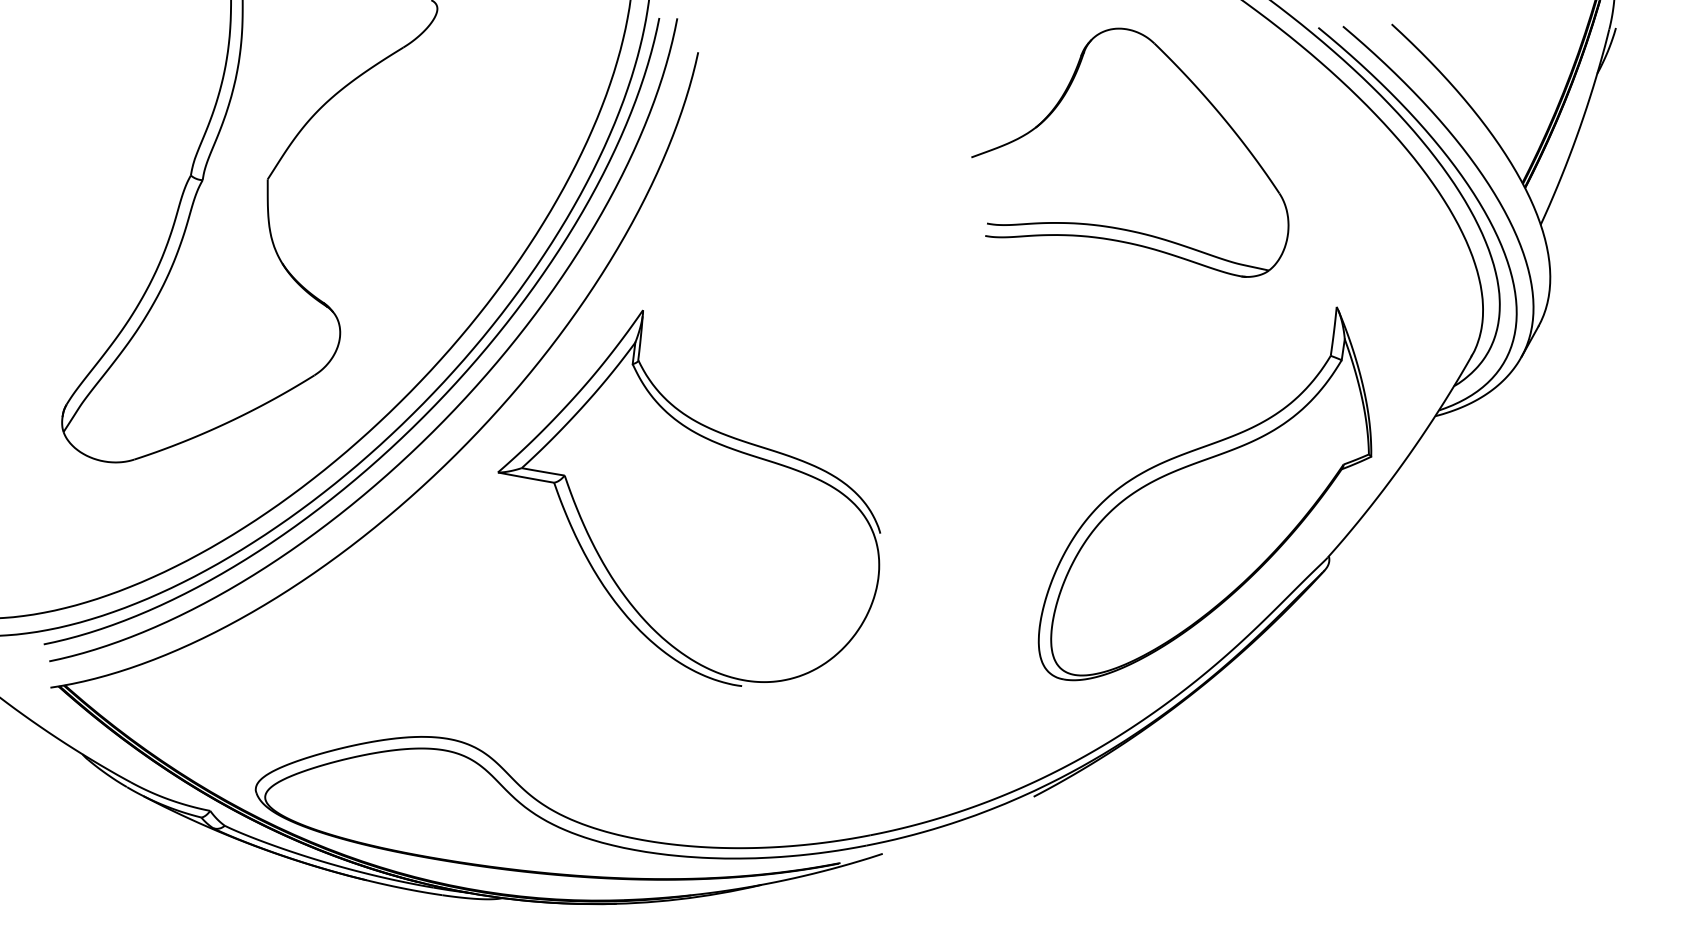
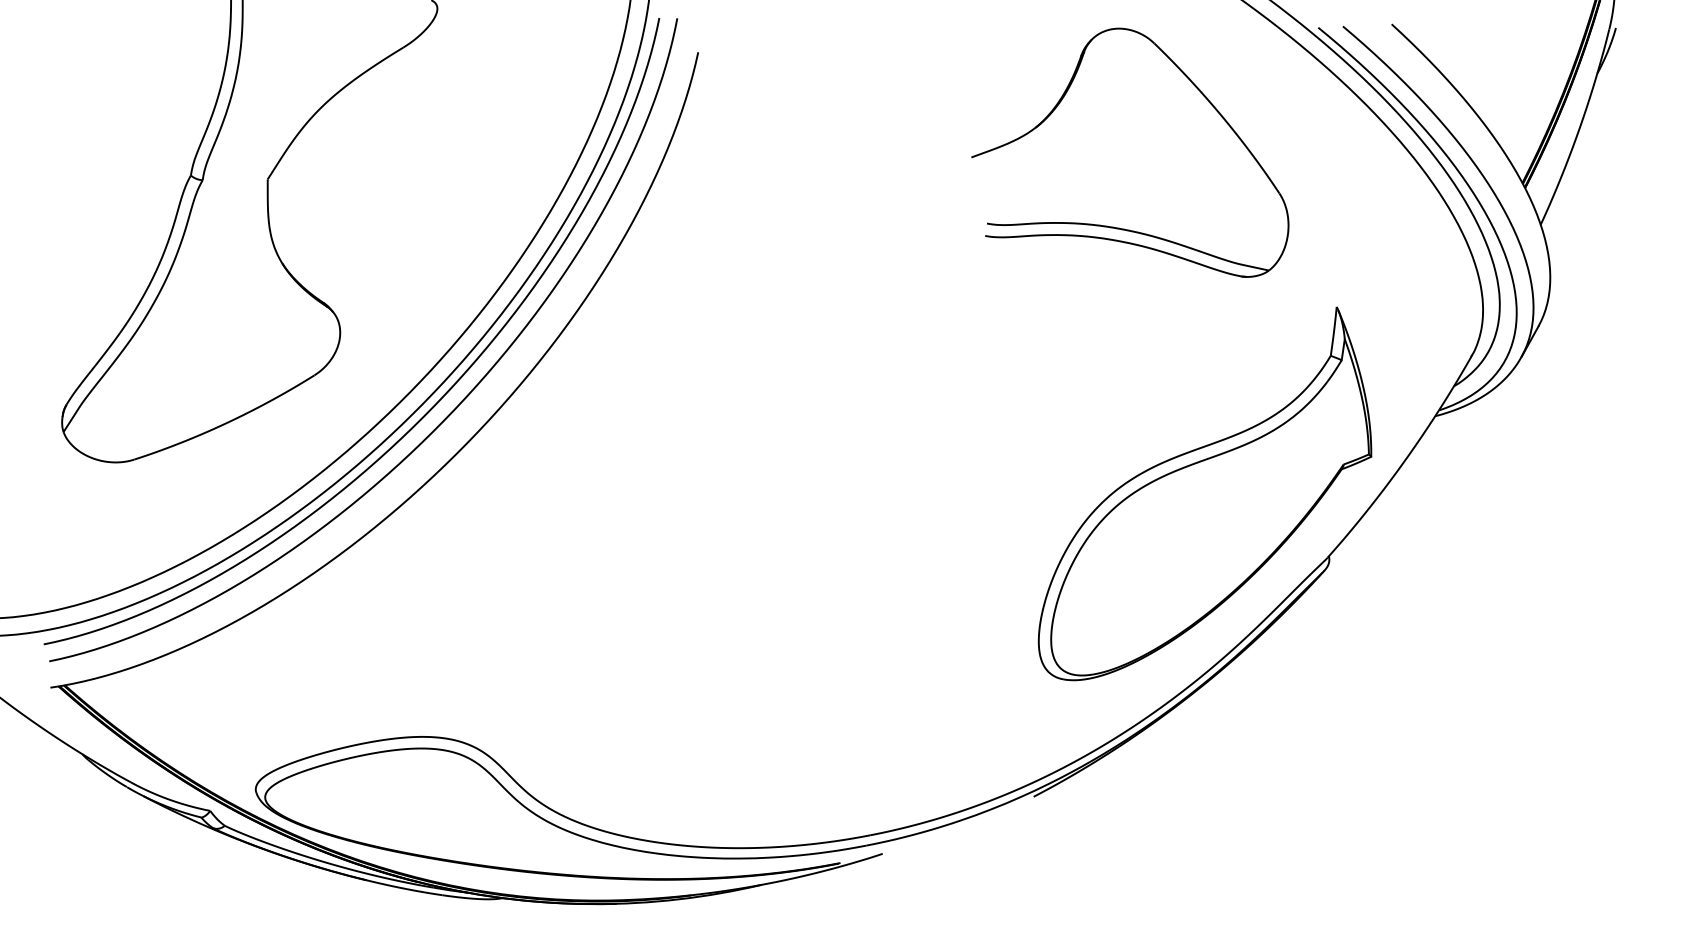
part at (689, 497): present -> none
